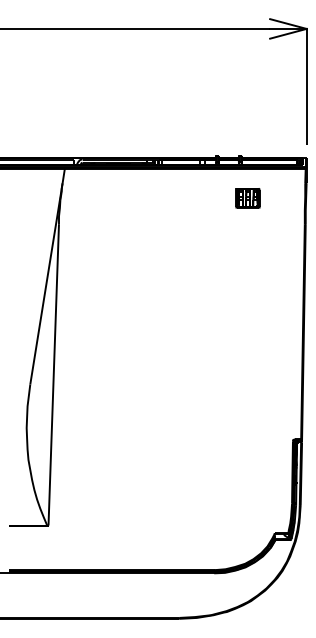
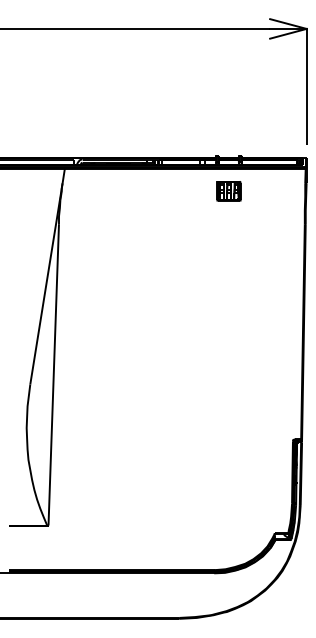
part at (247, 198) position: (247, 198) -> (228, 191)
